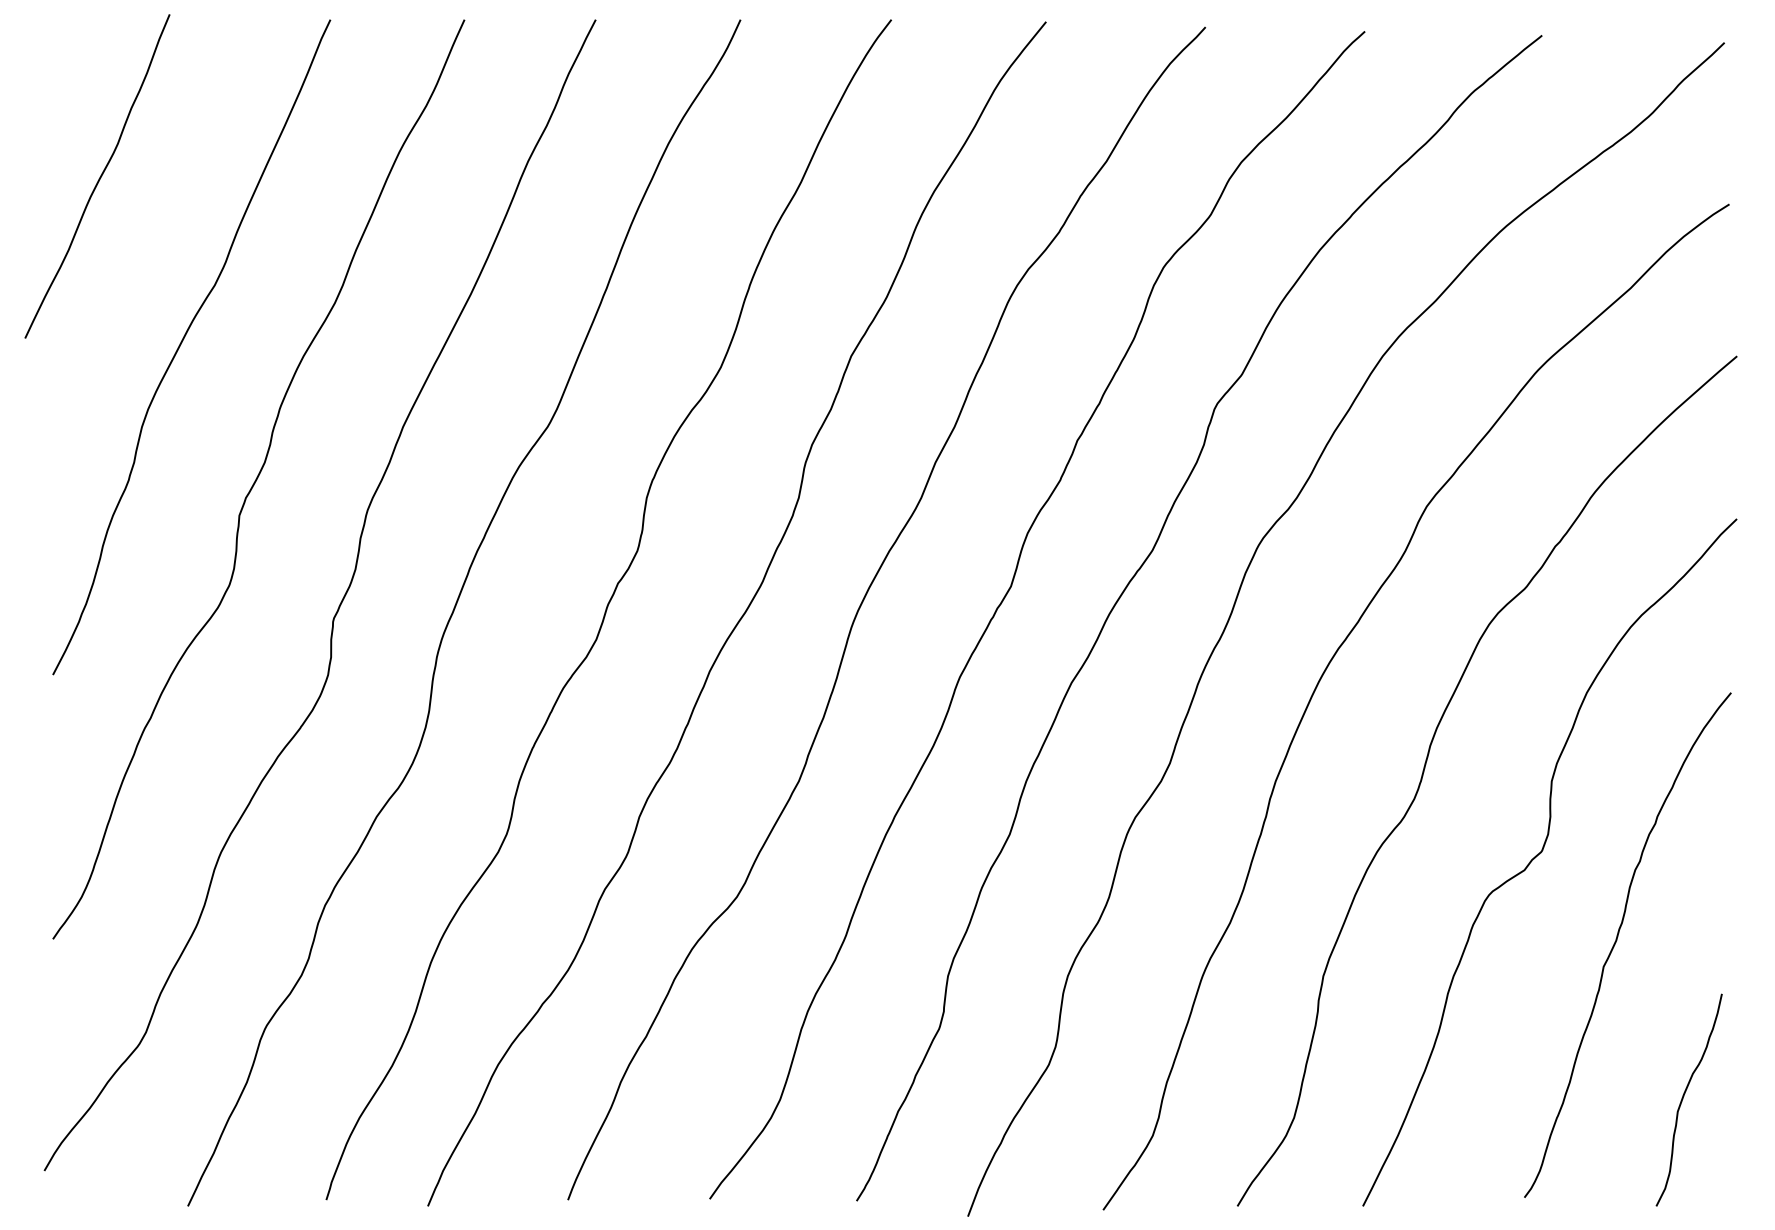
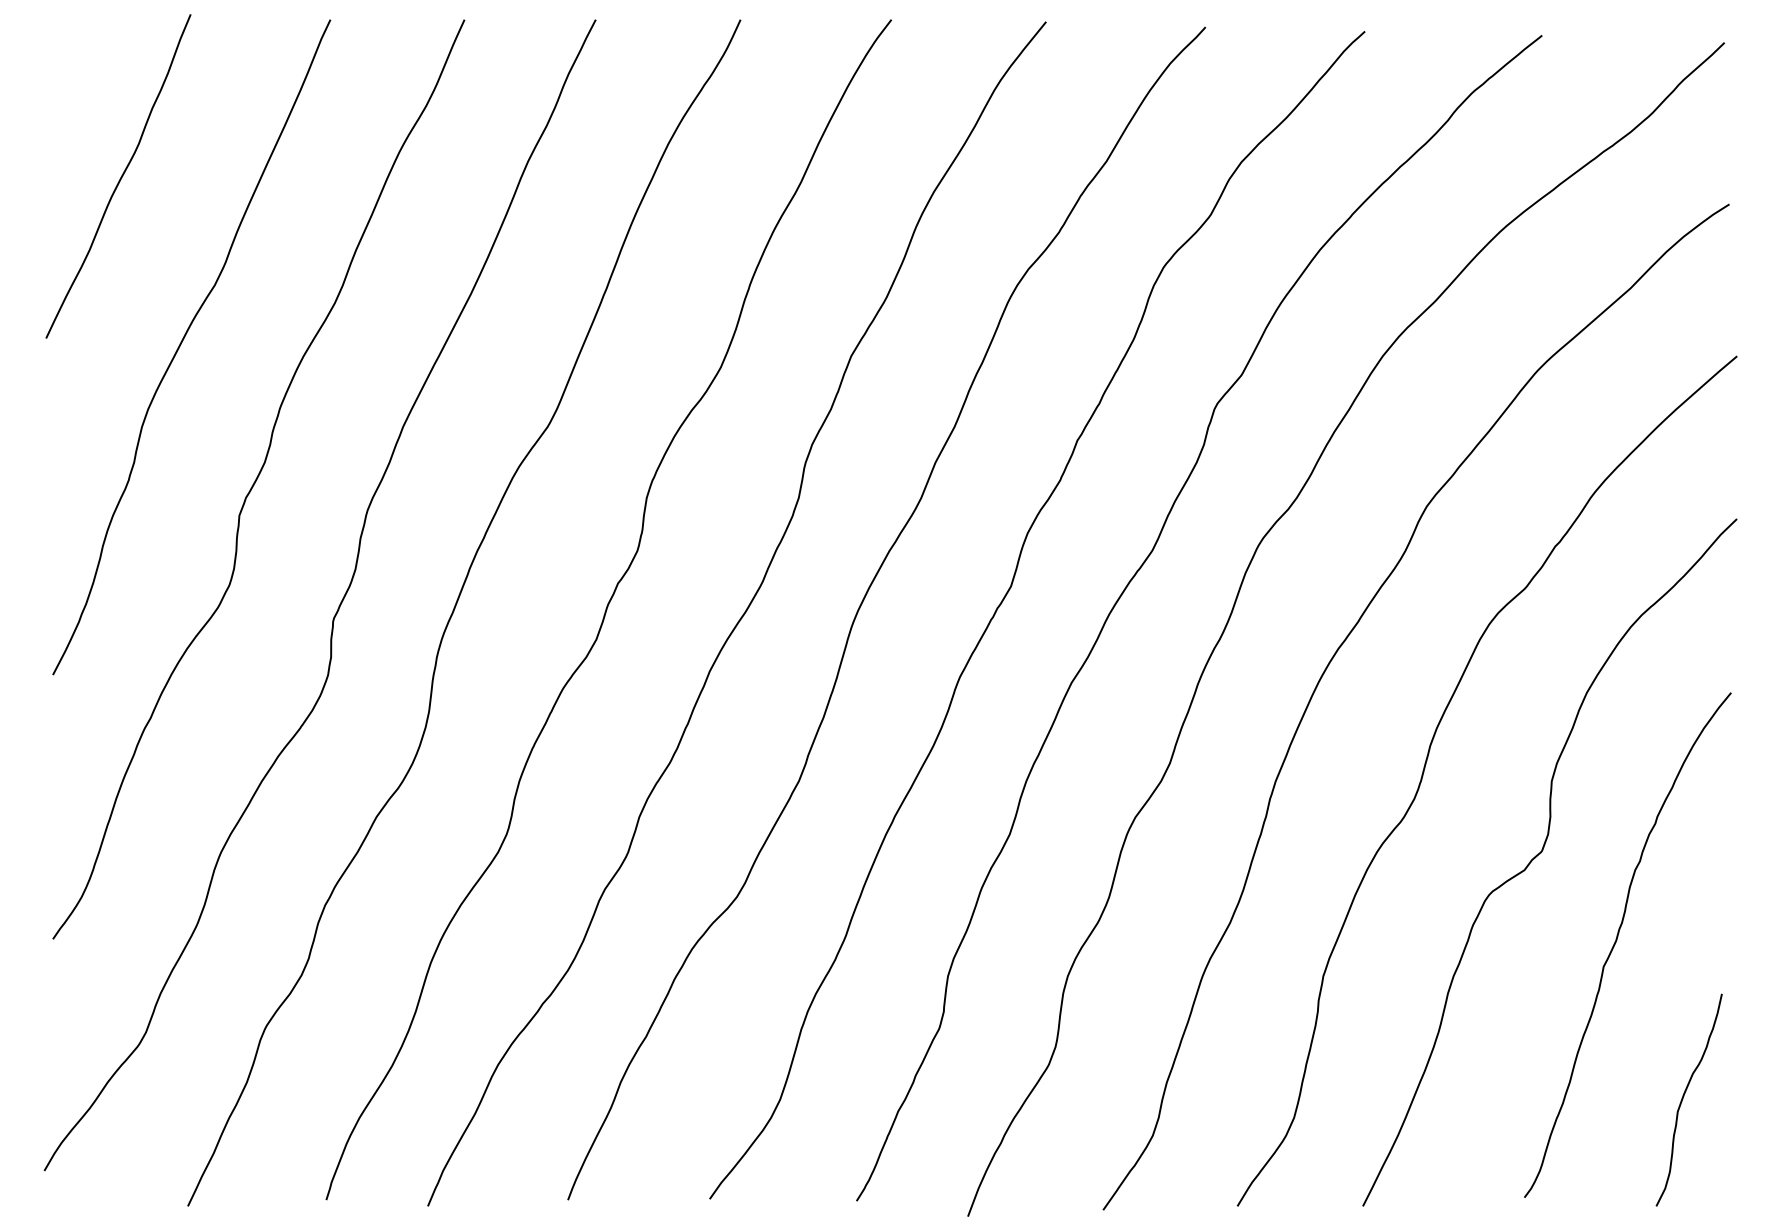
curve at (99, 177) position: (99, 177) -> (120, 177)
